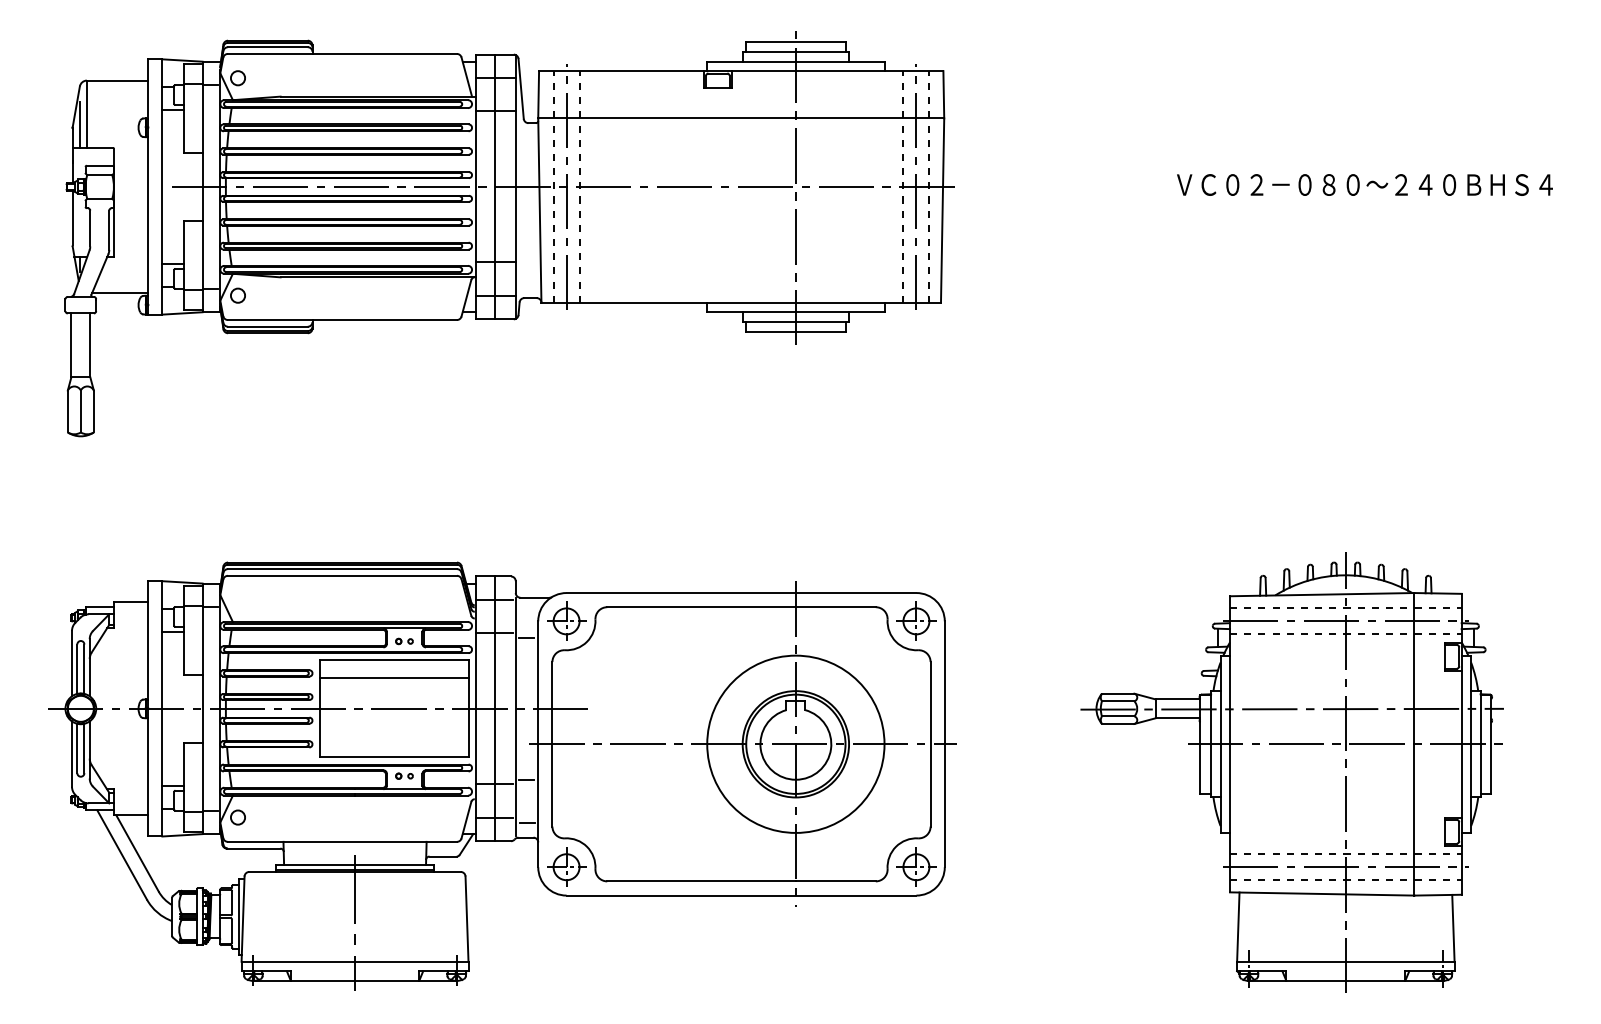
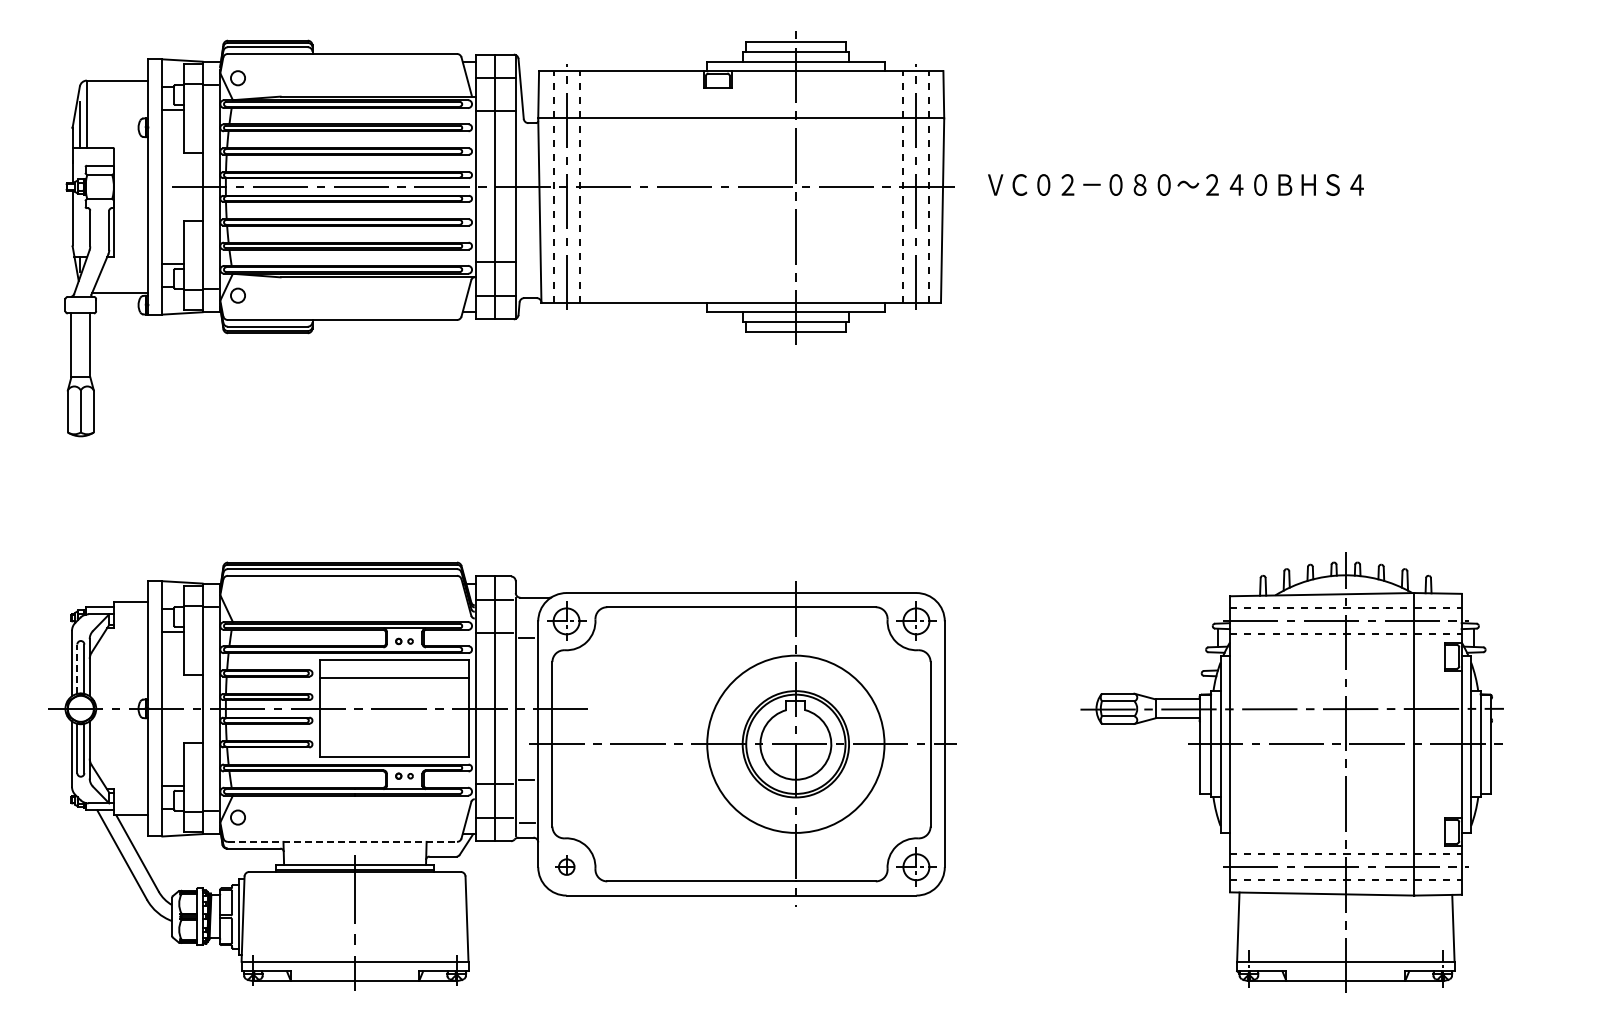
text at (1364, 184) position: (1364, 184) -> (1175, 184)
line at (77, 669): solid -> dashed
line at (342, 841): solid -> dashed
part at (566, 866) size: 40x40 px -> 21x21 px
